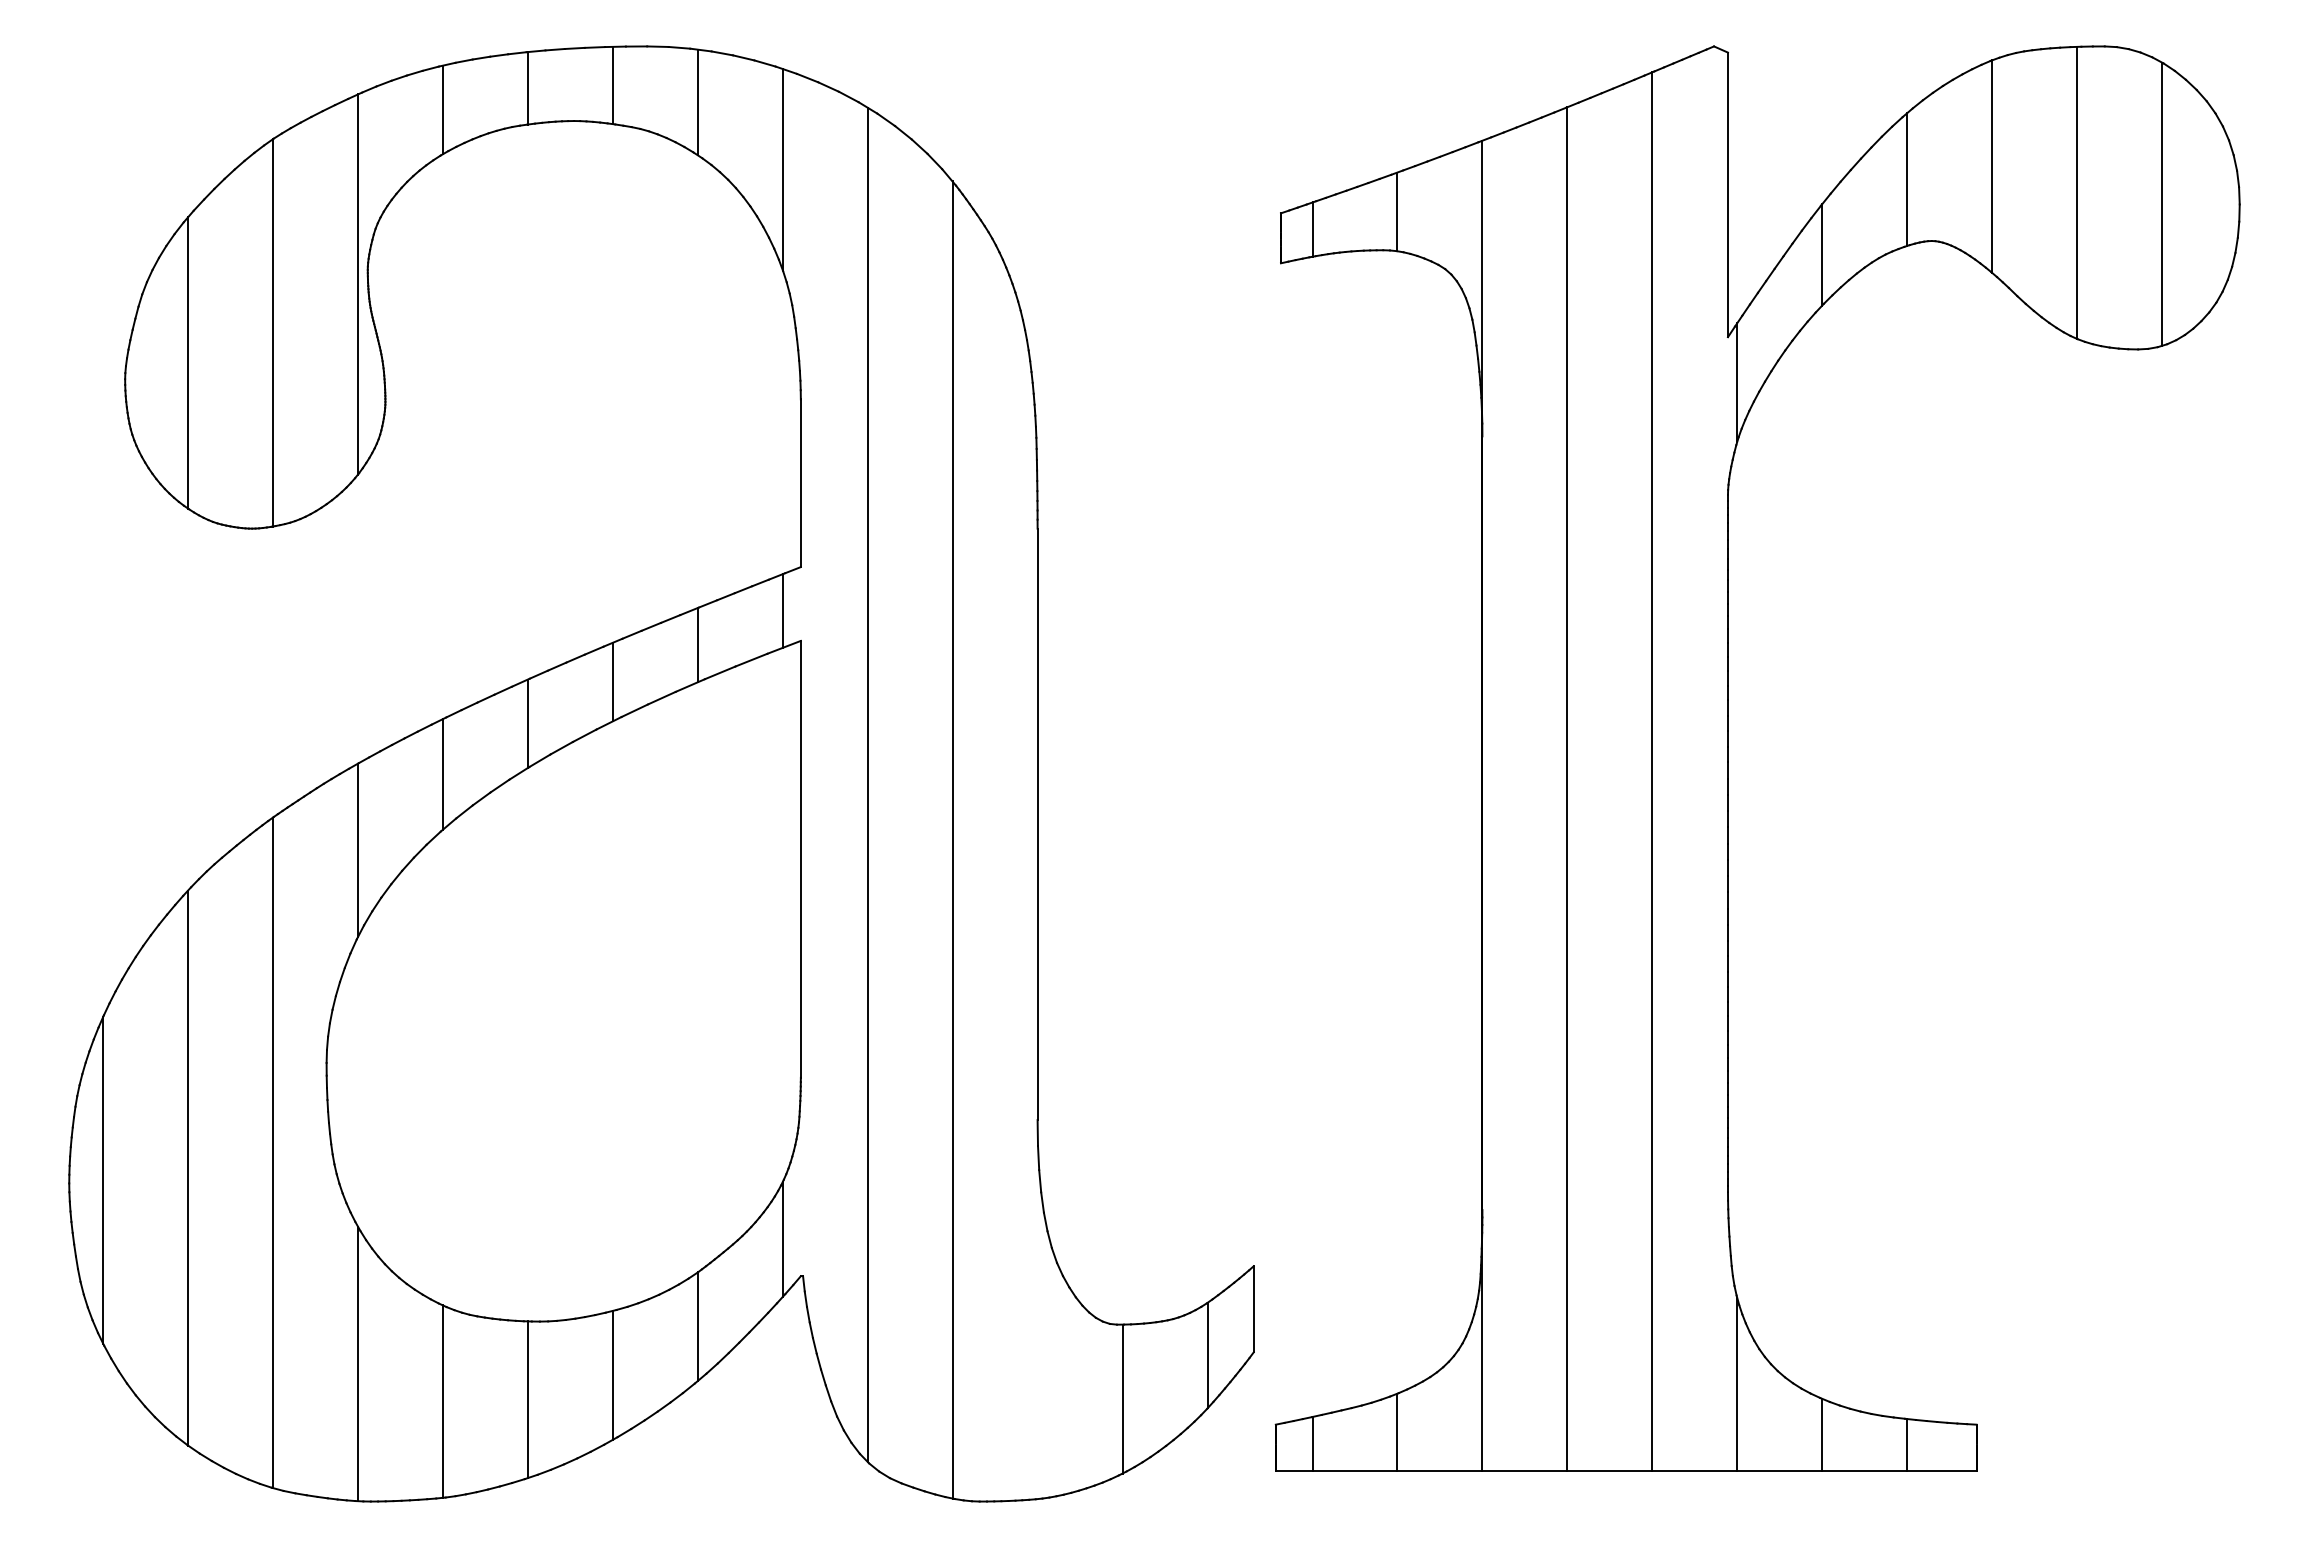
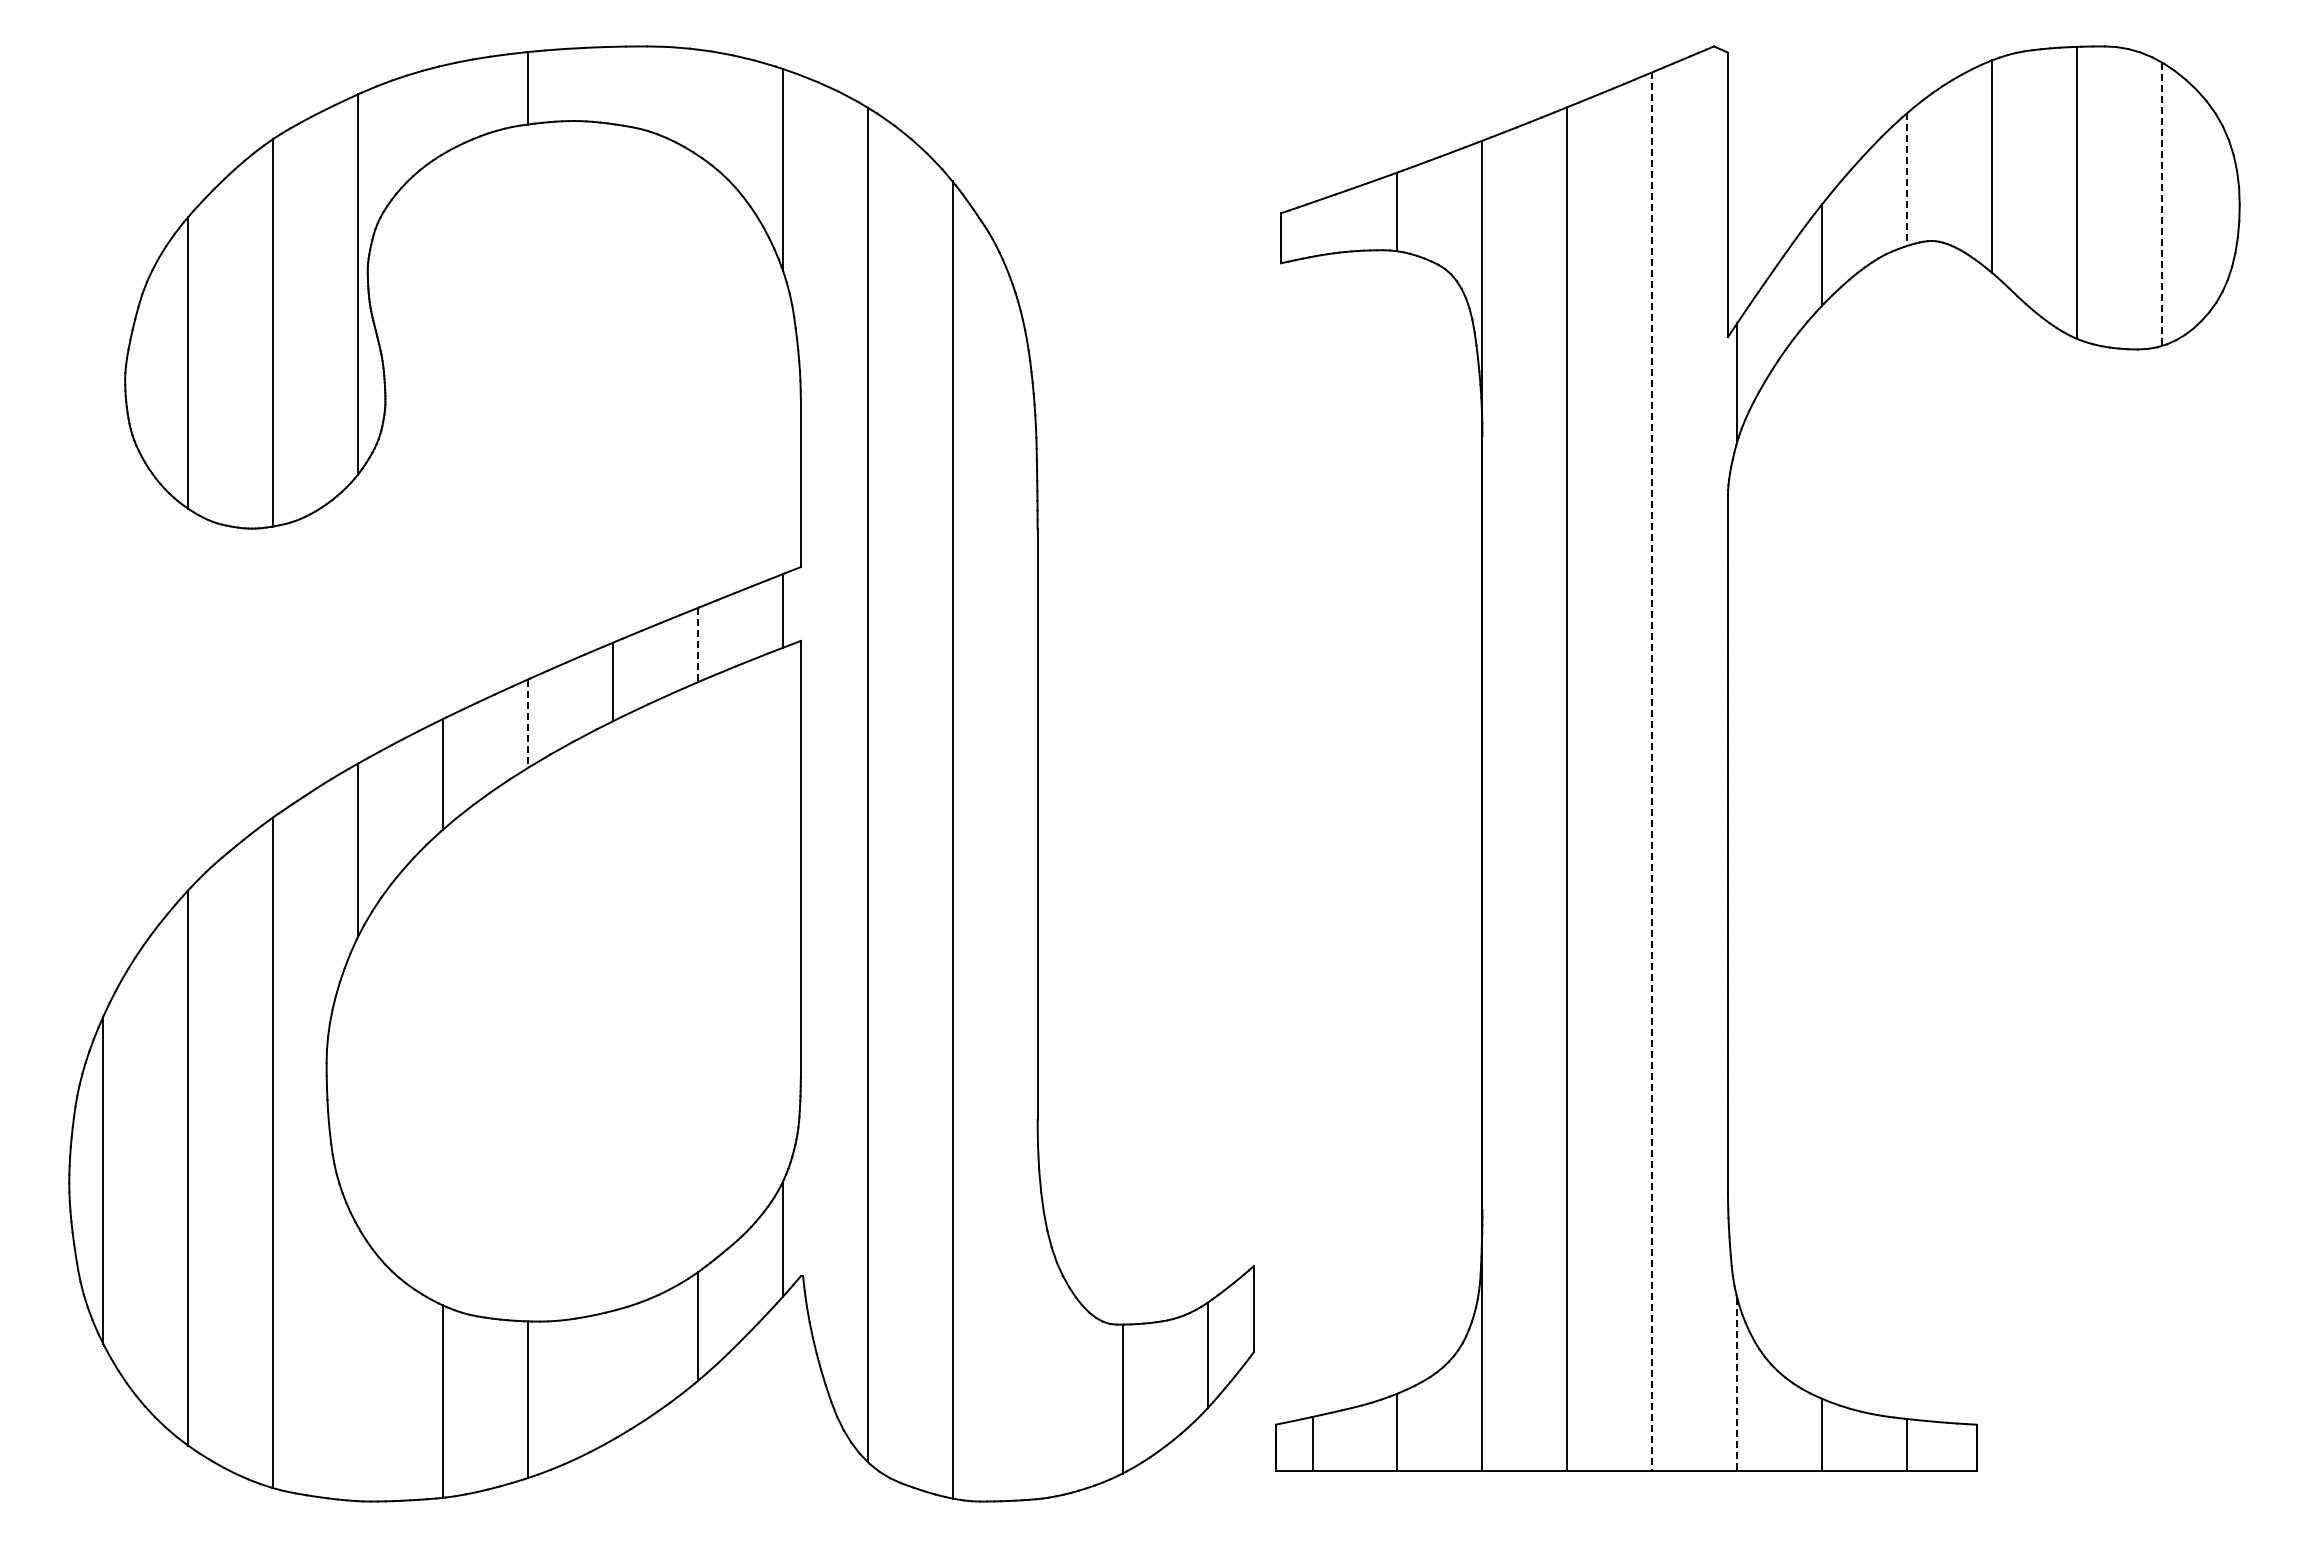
line at (612, 85): present -> none
line at (697, 102): present -> none
line at (442, 109): present -> none
line at (1907, 180): solid -> dashed
line at (2162, 204): solid -> dashed
line at (1312, 229): present -> none
line at (697, 645): solid -> dashed
line at (527, 724): solid -> dashed
line at (1652, 772): solid -> dashed
line at (357, 1363): present -> none
line at (612, 1374): present -> none
line at (1737, 1384): solid -> dashed
